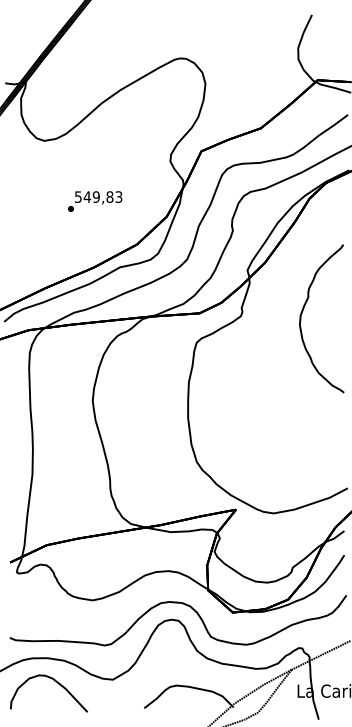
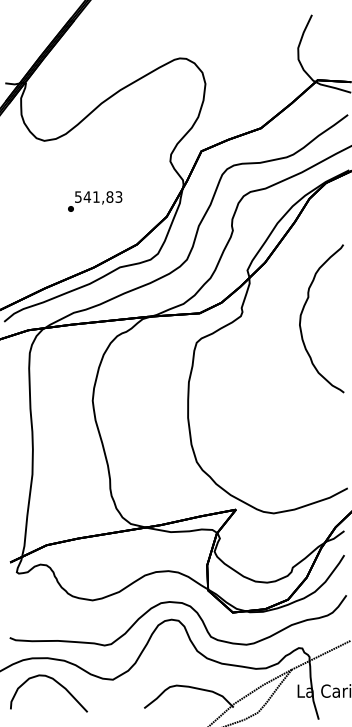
text at (95, 196): 549,83 -> 541,83
